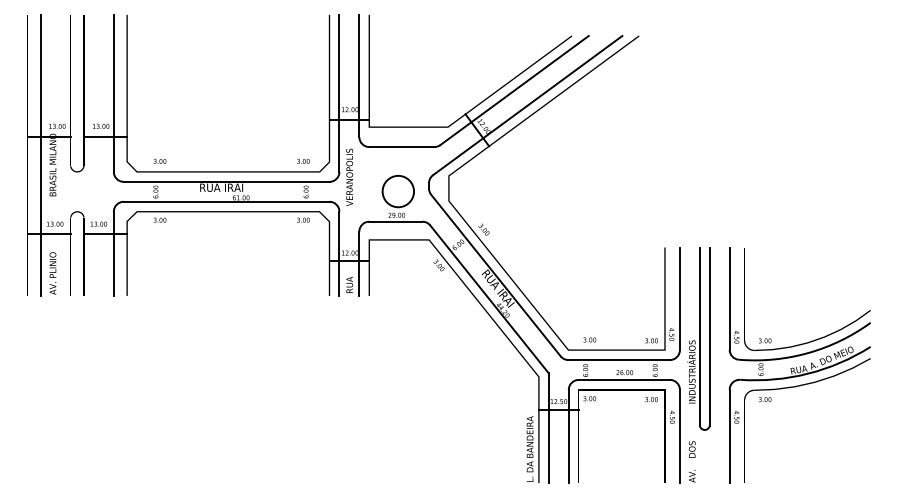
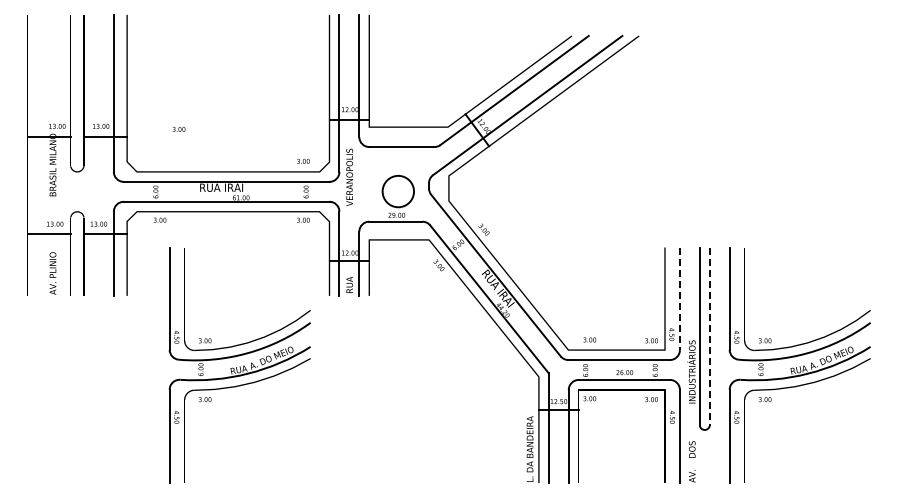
line at (40, 154): present -> none
text at (159, 161) position: (159, 161) -> (178, 129)
line at (679, 299): solid -> dashed
line at (709, 337): solid -> dashed
part at (239, 365): none -> present
